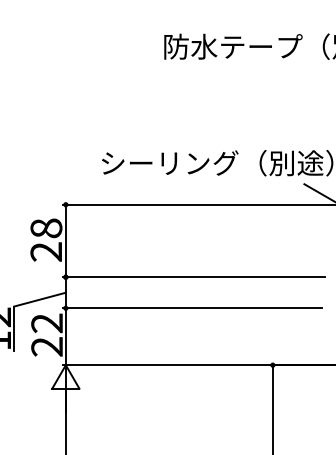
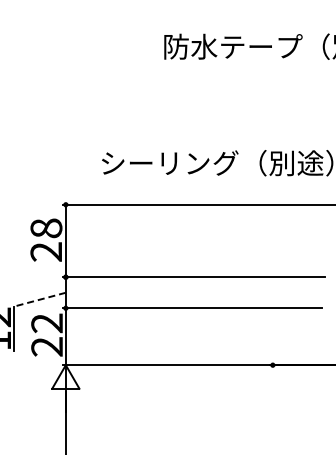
line at (318, 192): present -> none
line at (39, 299): solid -> dashed
line at (272, 408): present -> none
